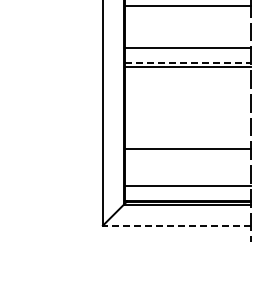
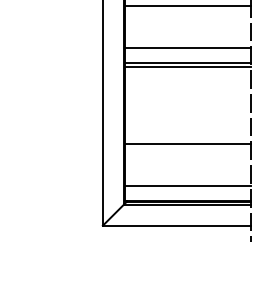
line at (187, 62): dashed -> solid
line at (187, 149) position: (187, 149) -> (187, 144)
line at (176, 225): dashed -> solid
